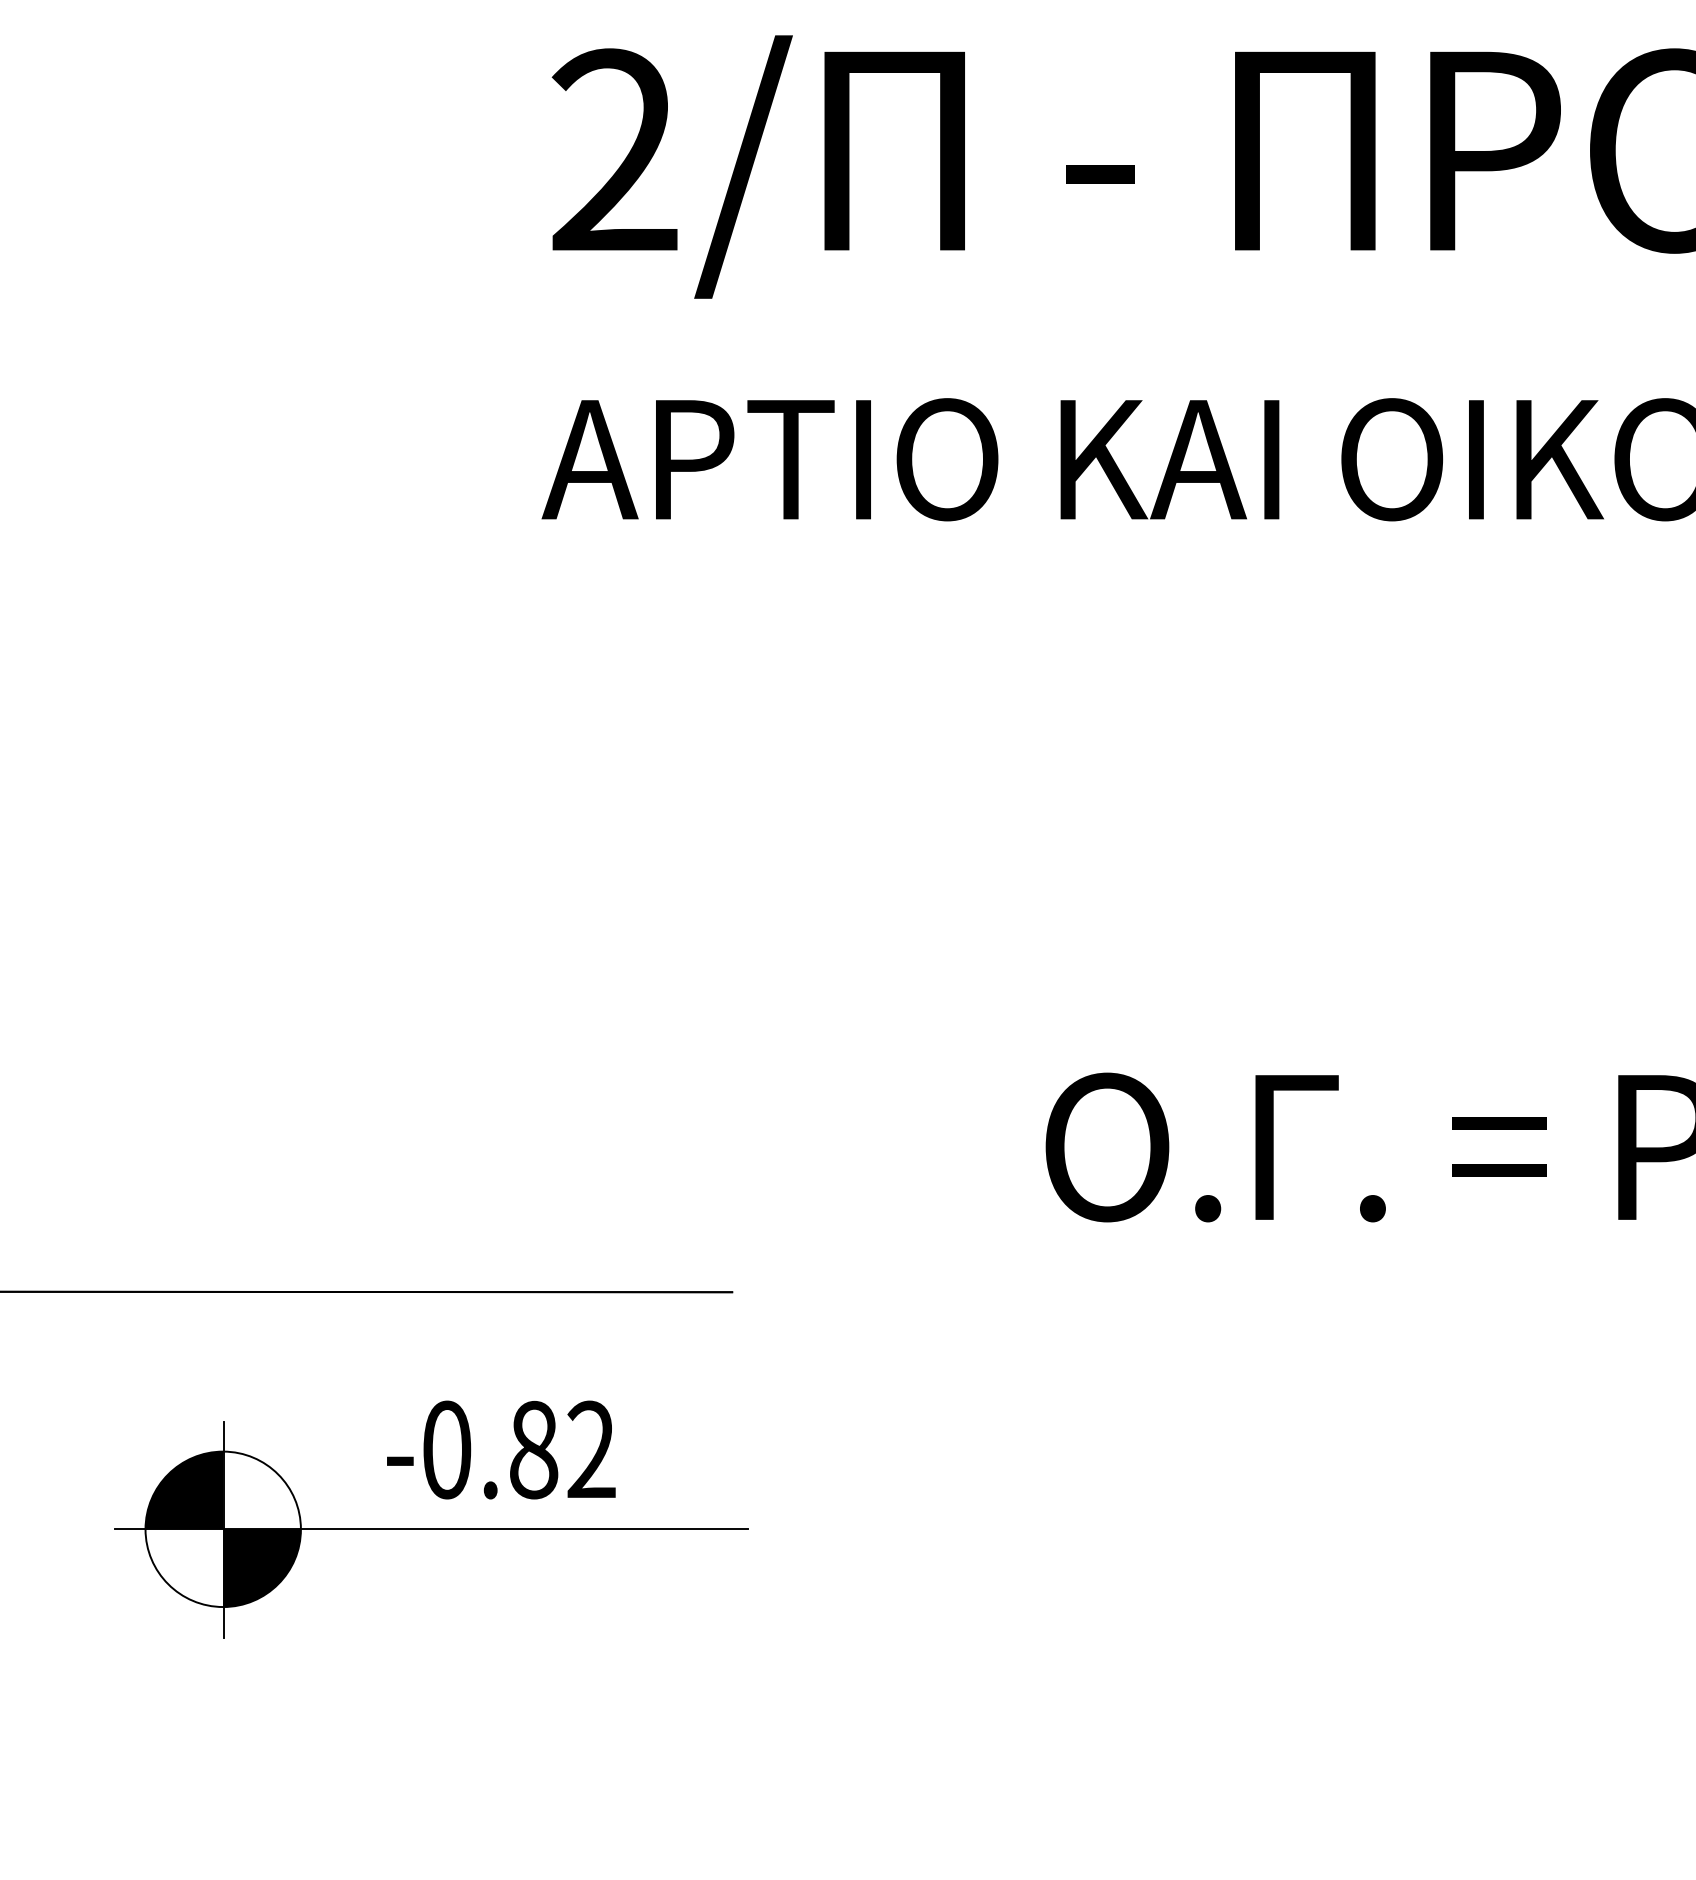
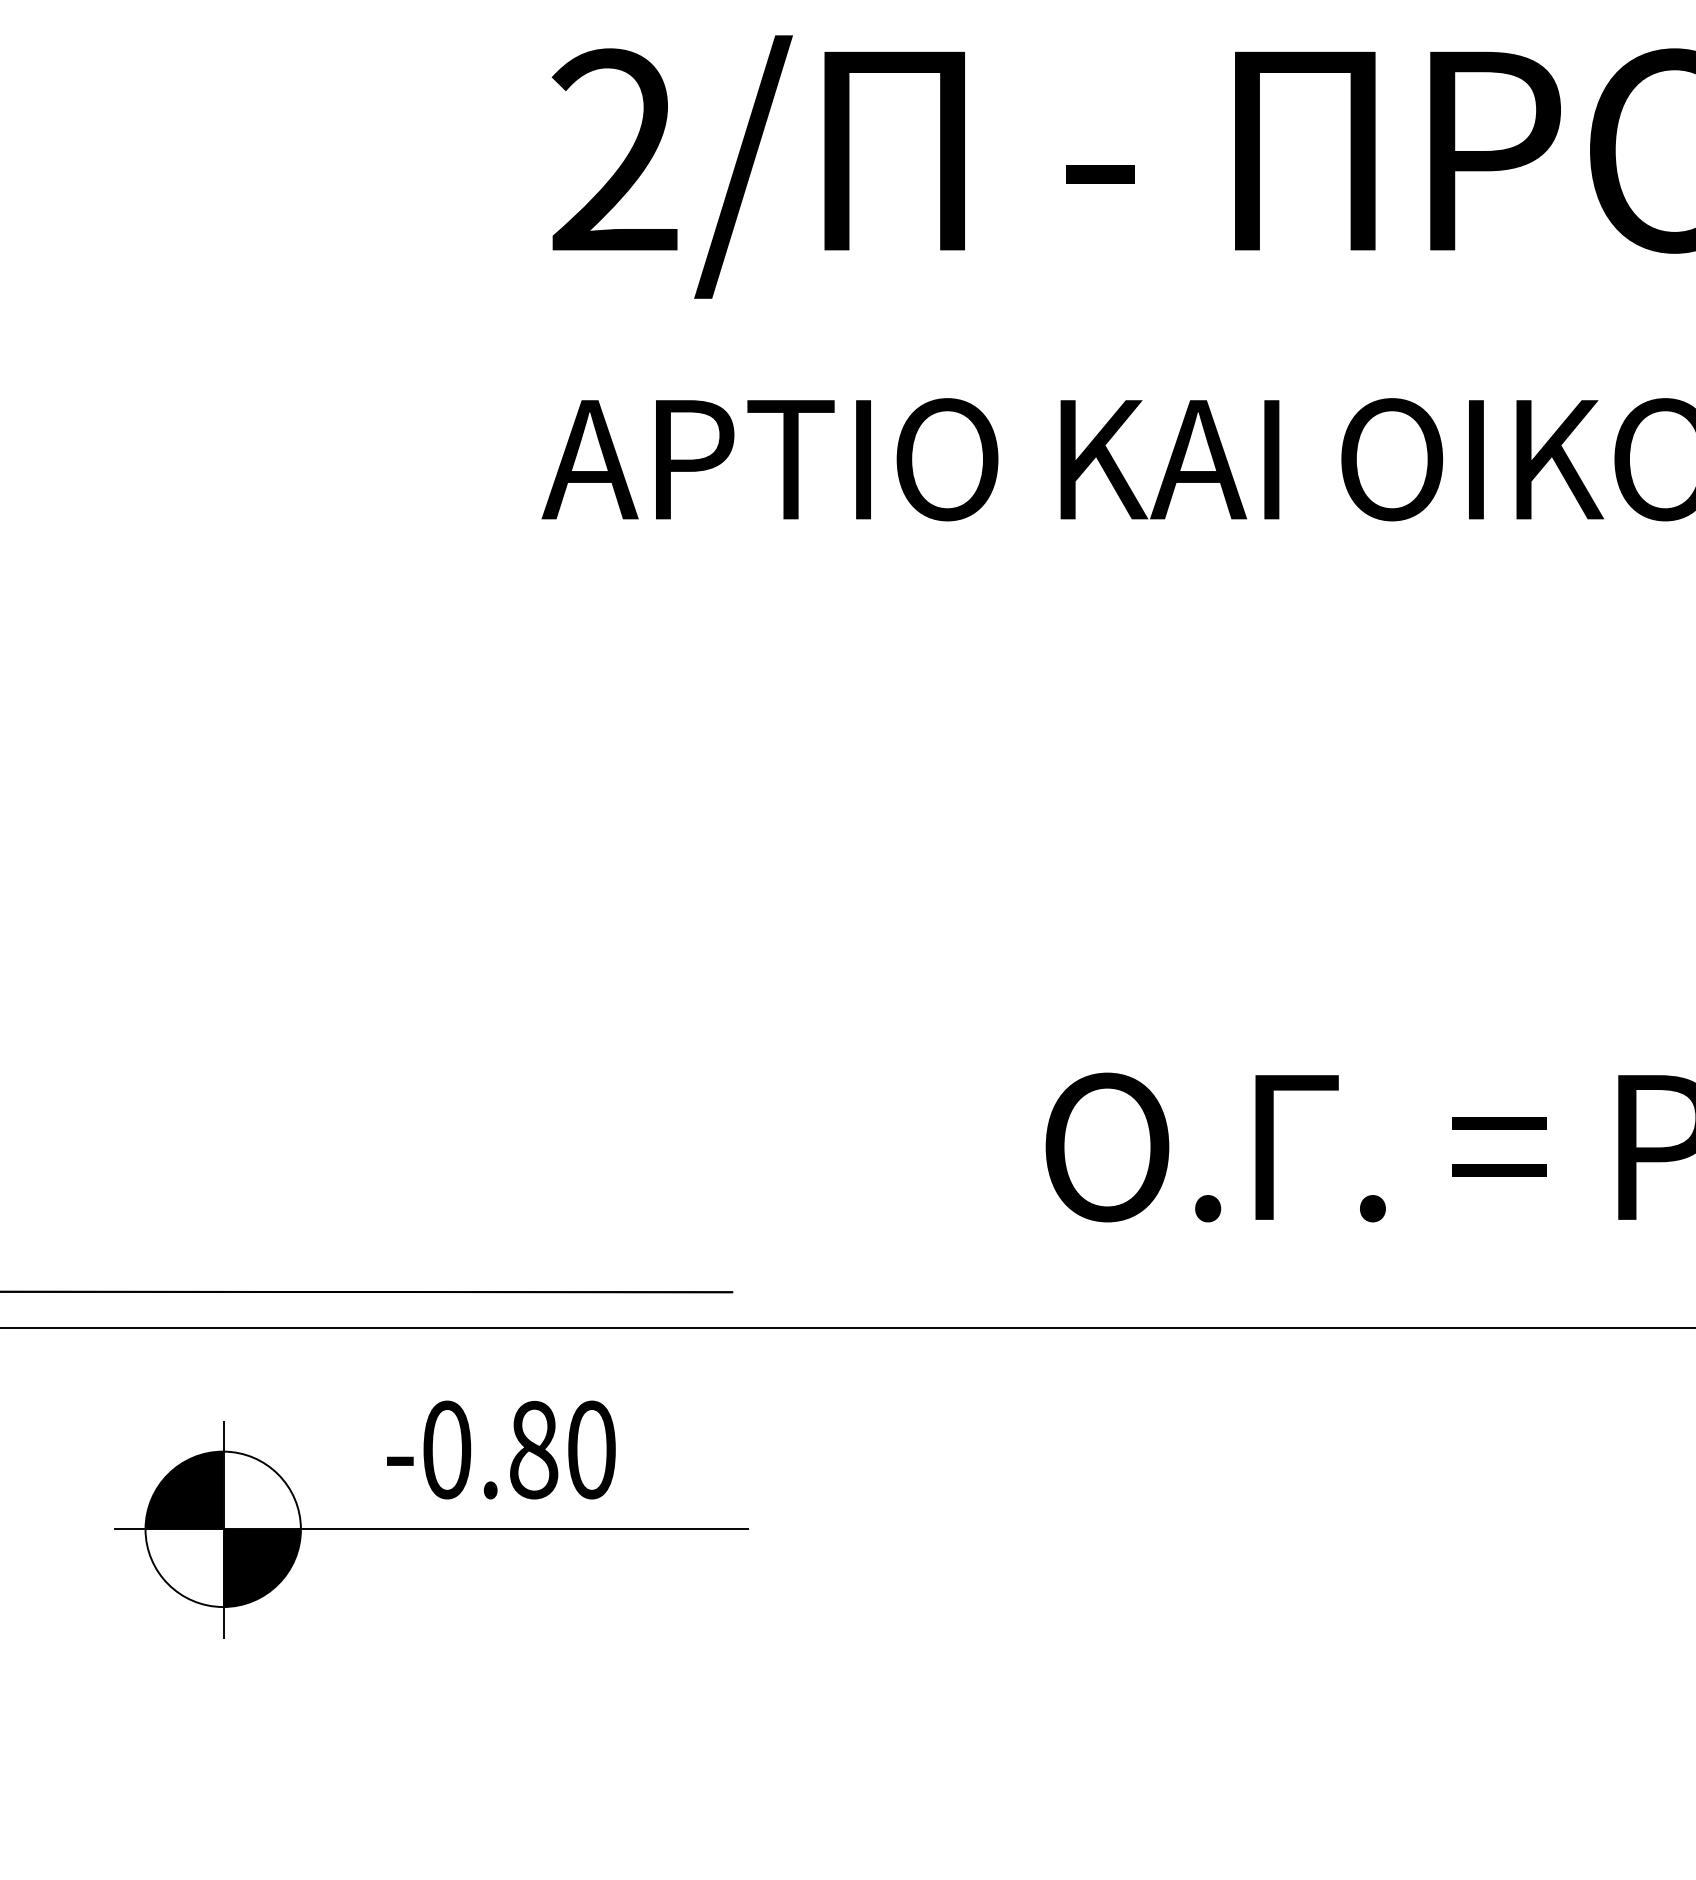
line at (847, 1328): none -> present
text at (591, 1449): -0.82 -> -0.80
